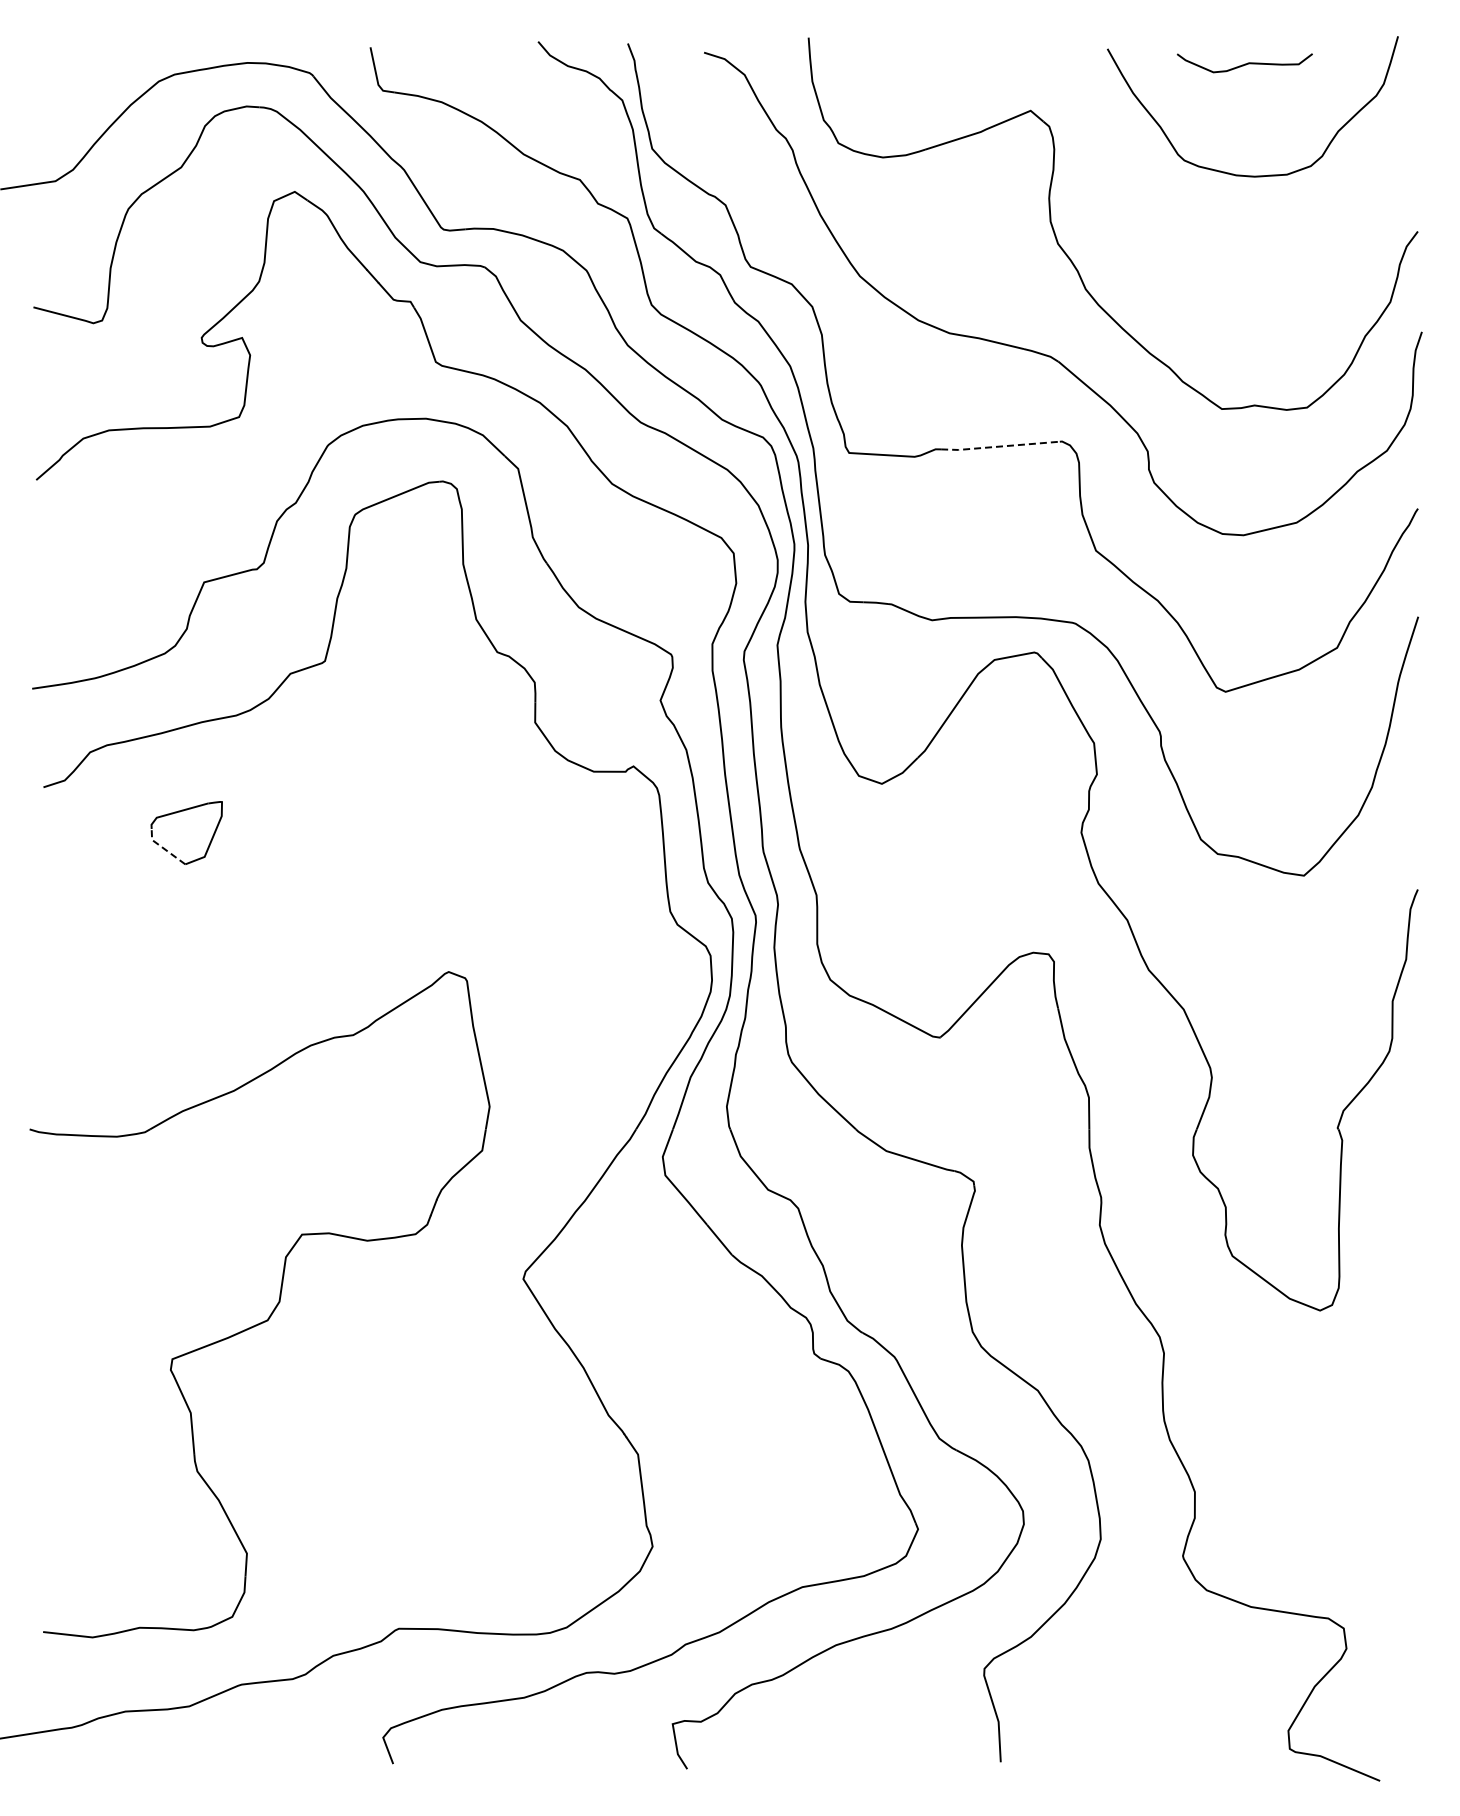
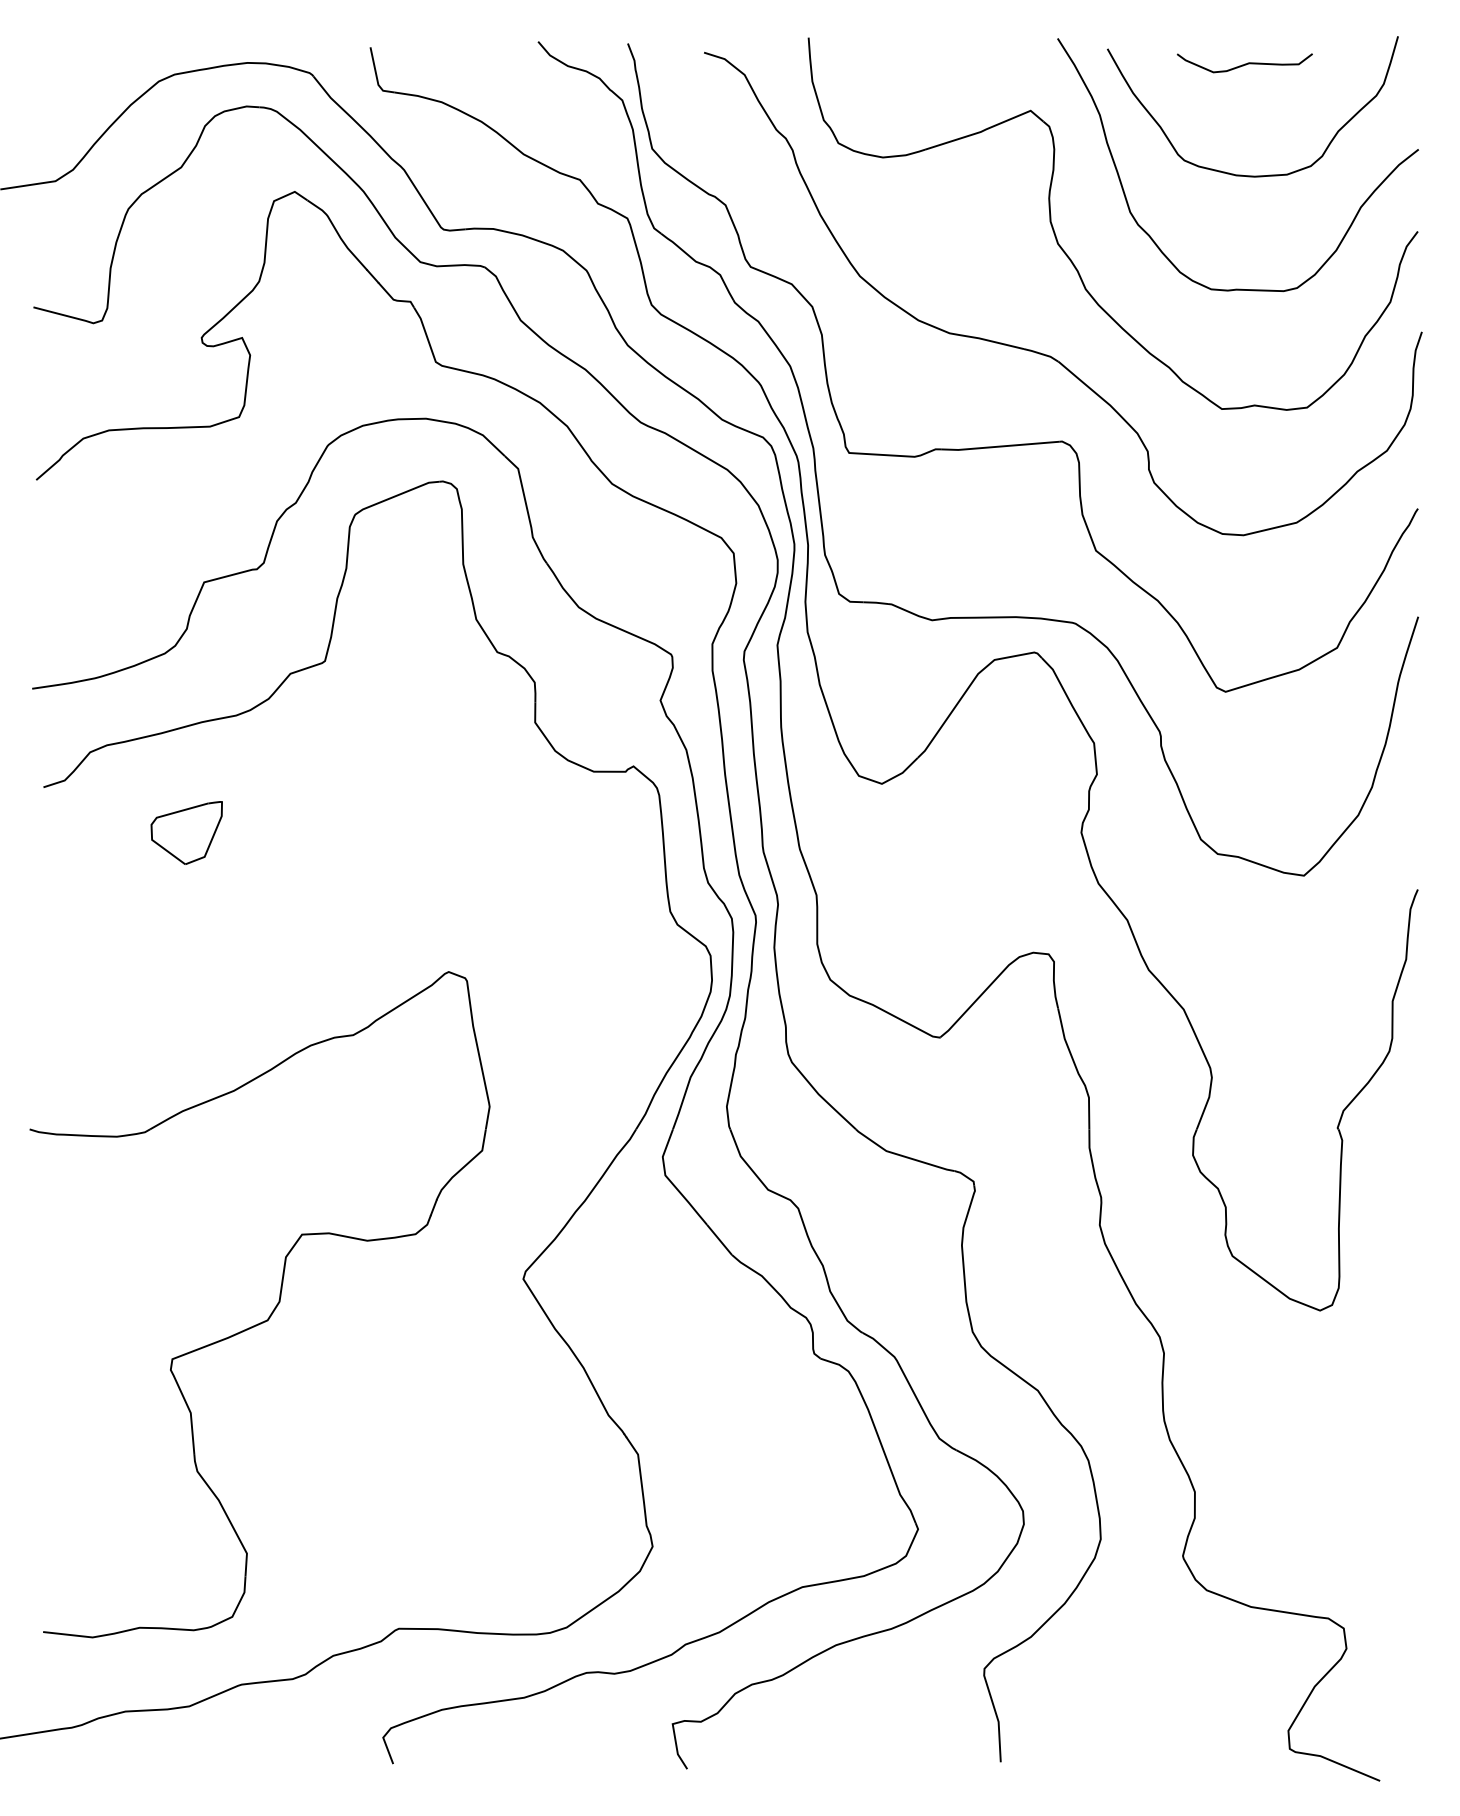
curve at (1150, 235): none -> present
line at (1000, 446): dashed -> solid
line at (163, 848): dashed -> solid
